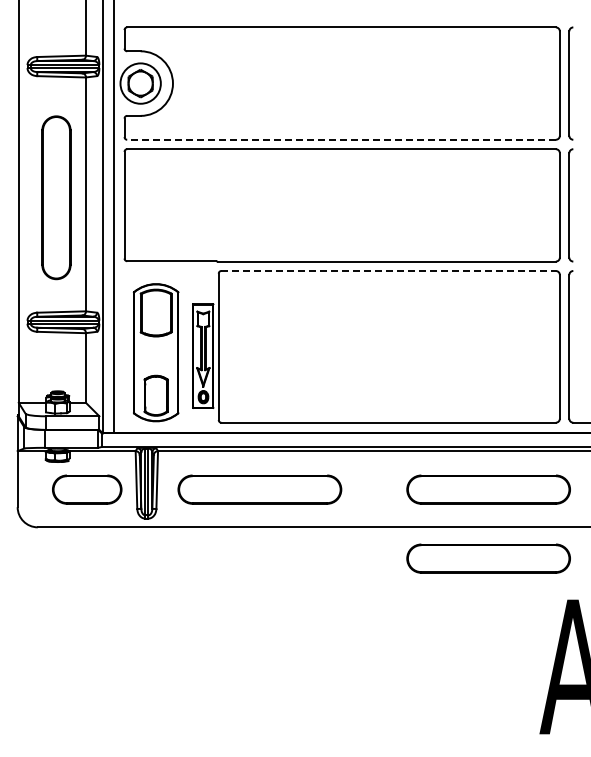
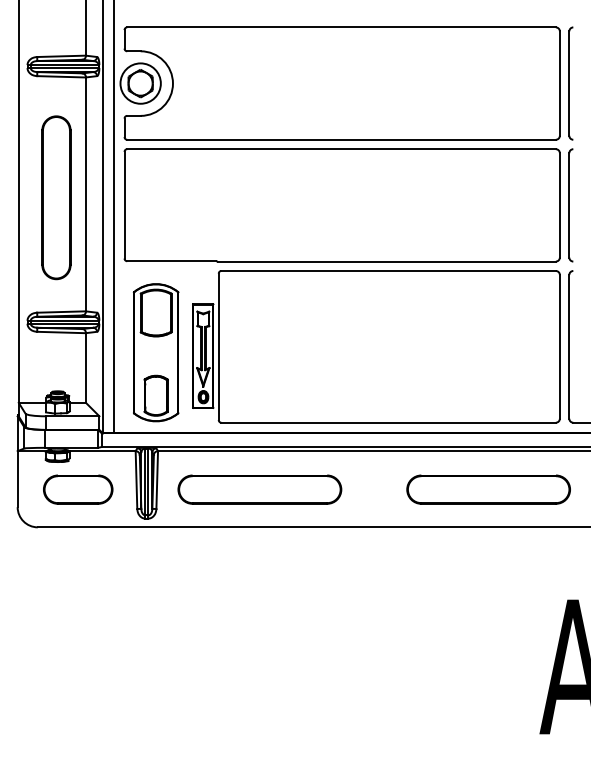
line at (341, 139): dashed -> solid
line at (389, 271): dashed -> solid
part at (87, 489) position: (87, 489) -> (78, 489)
part at (488, 558): present -> none
